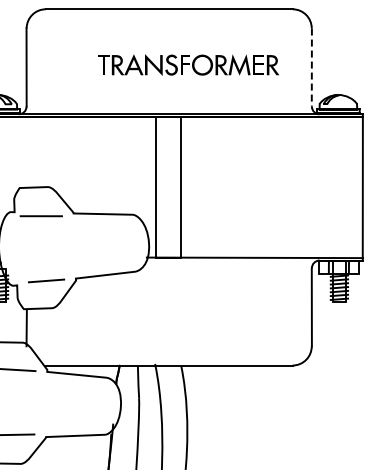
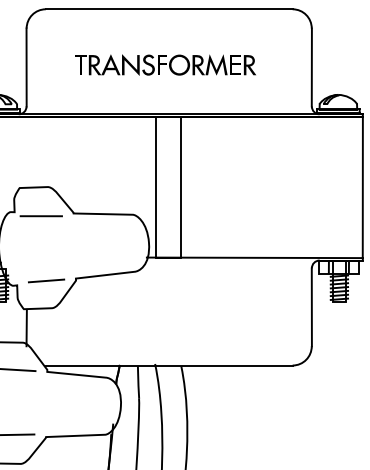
part at (188, 64) position: (188, 64) -> (165, 64)
line at (311, 67): dashed -> solid
